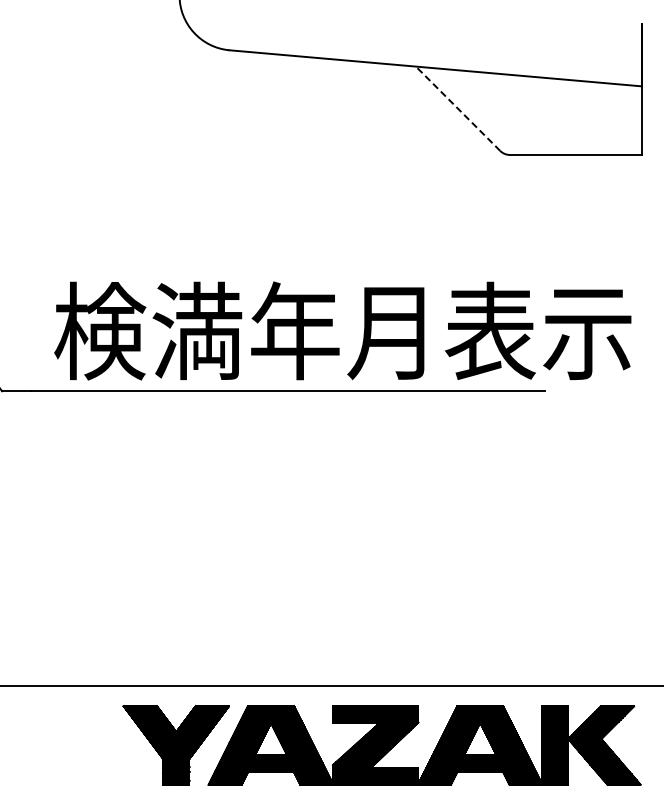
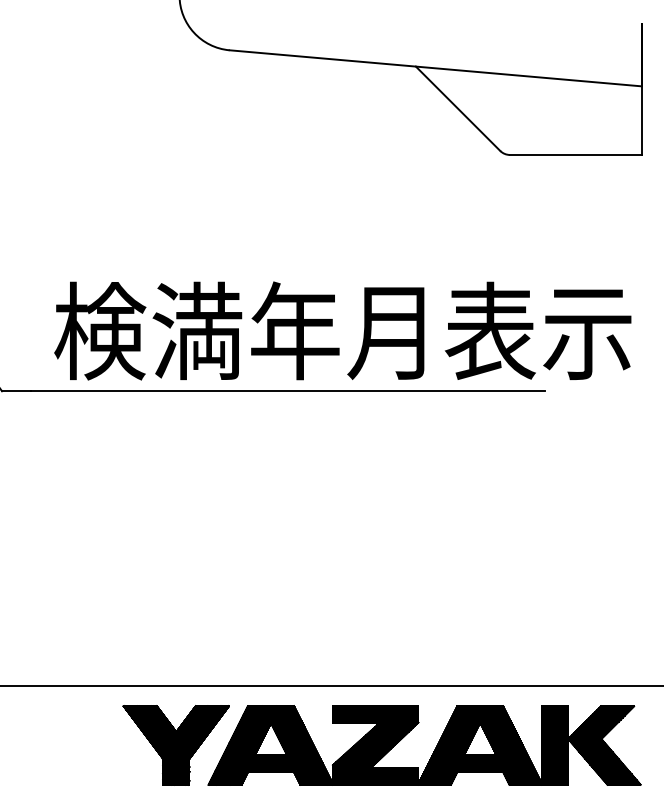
line at (458, 108): dashed -> solid
